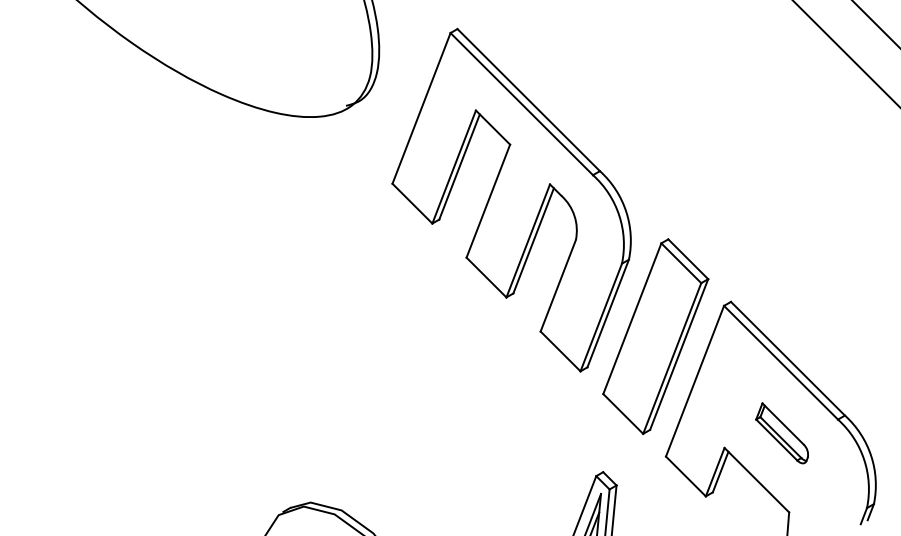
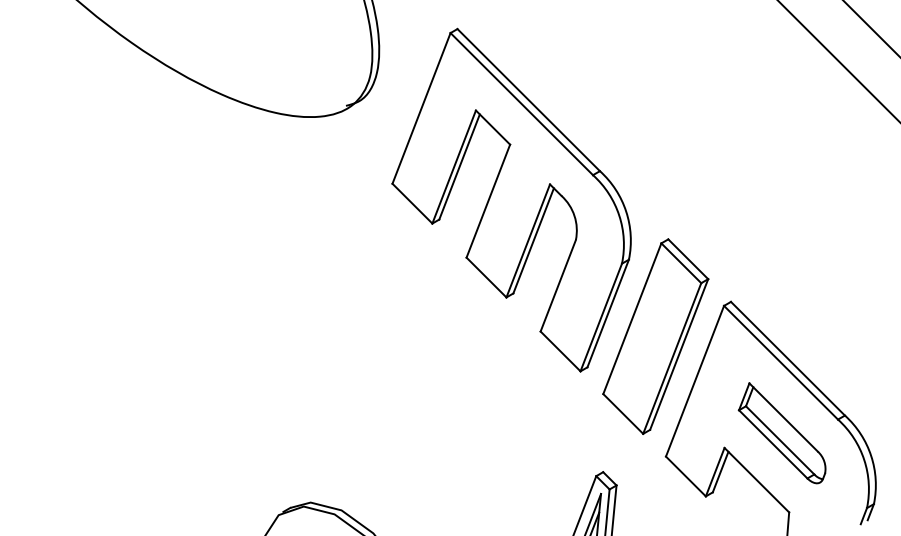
line at (875, 24) position: (875, 24) -> (871, 28)
line at (846, 53) position: (846, 53) -> (838, 61)
part at (781, 433) size: 54x63 px -> 90x103 px
